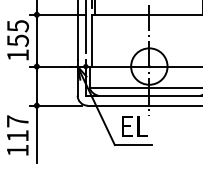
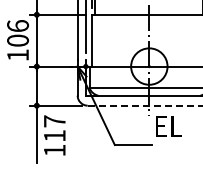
text at (17, 33): 155 -> 106
line at (145, 105): solid -> dashed
text at (134, 126) position: (134, 126) -> (168, 126)
text at (17, 135) position: (17, 135) -> (54, 135)
